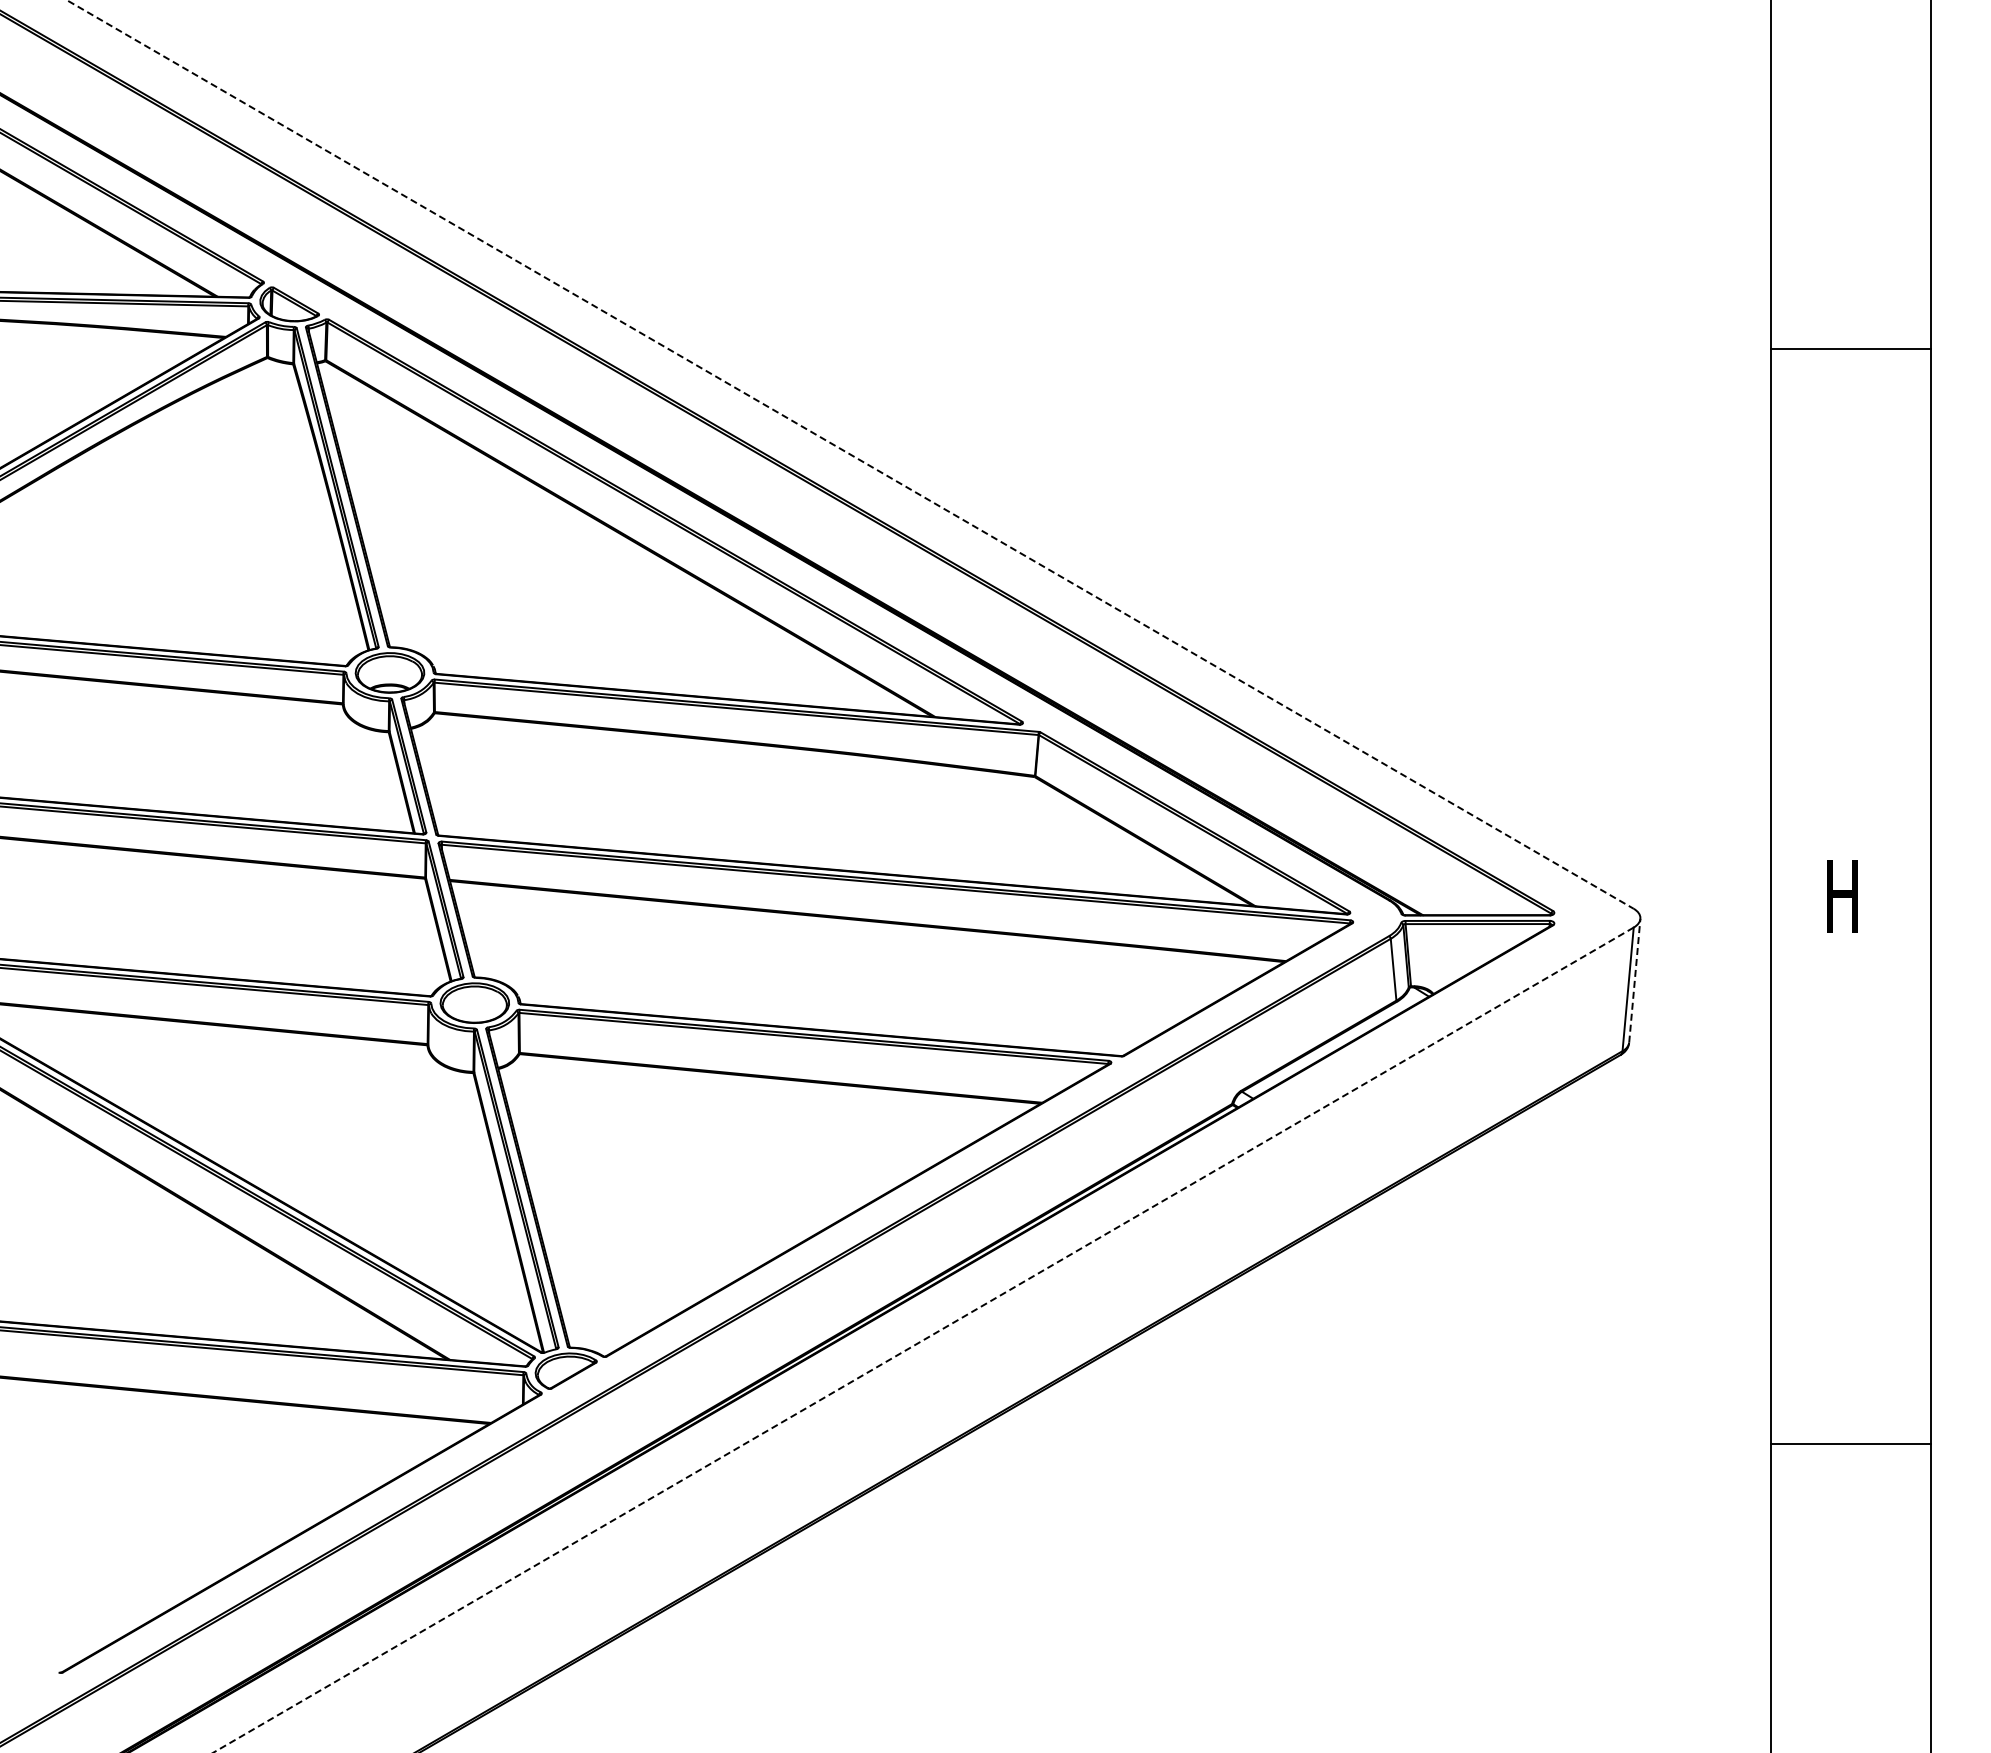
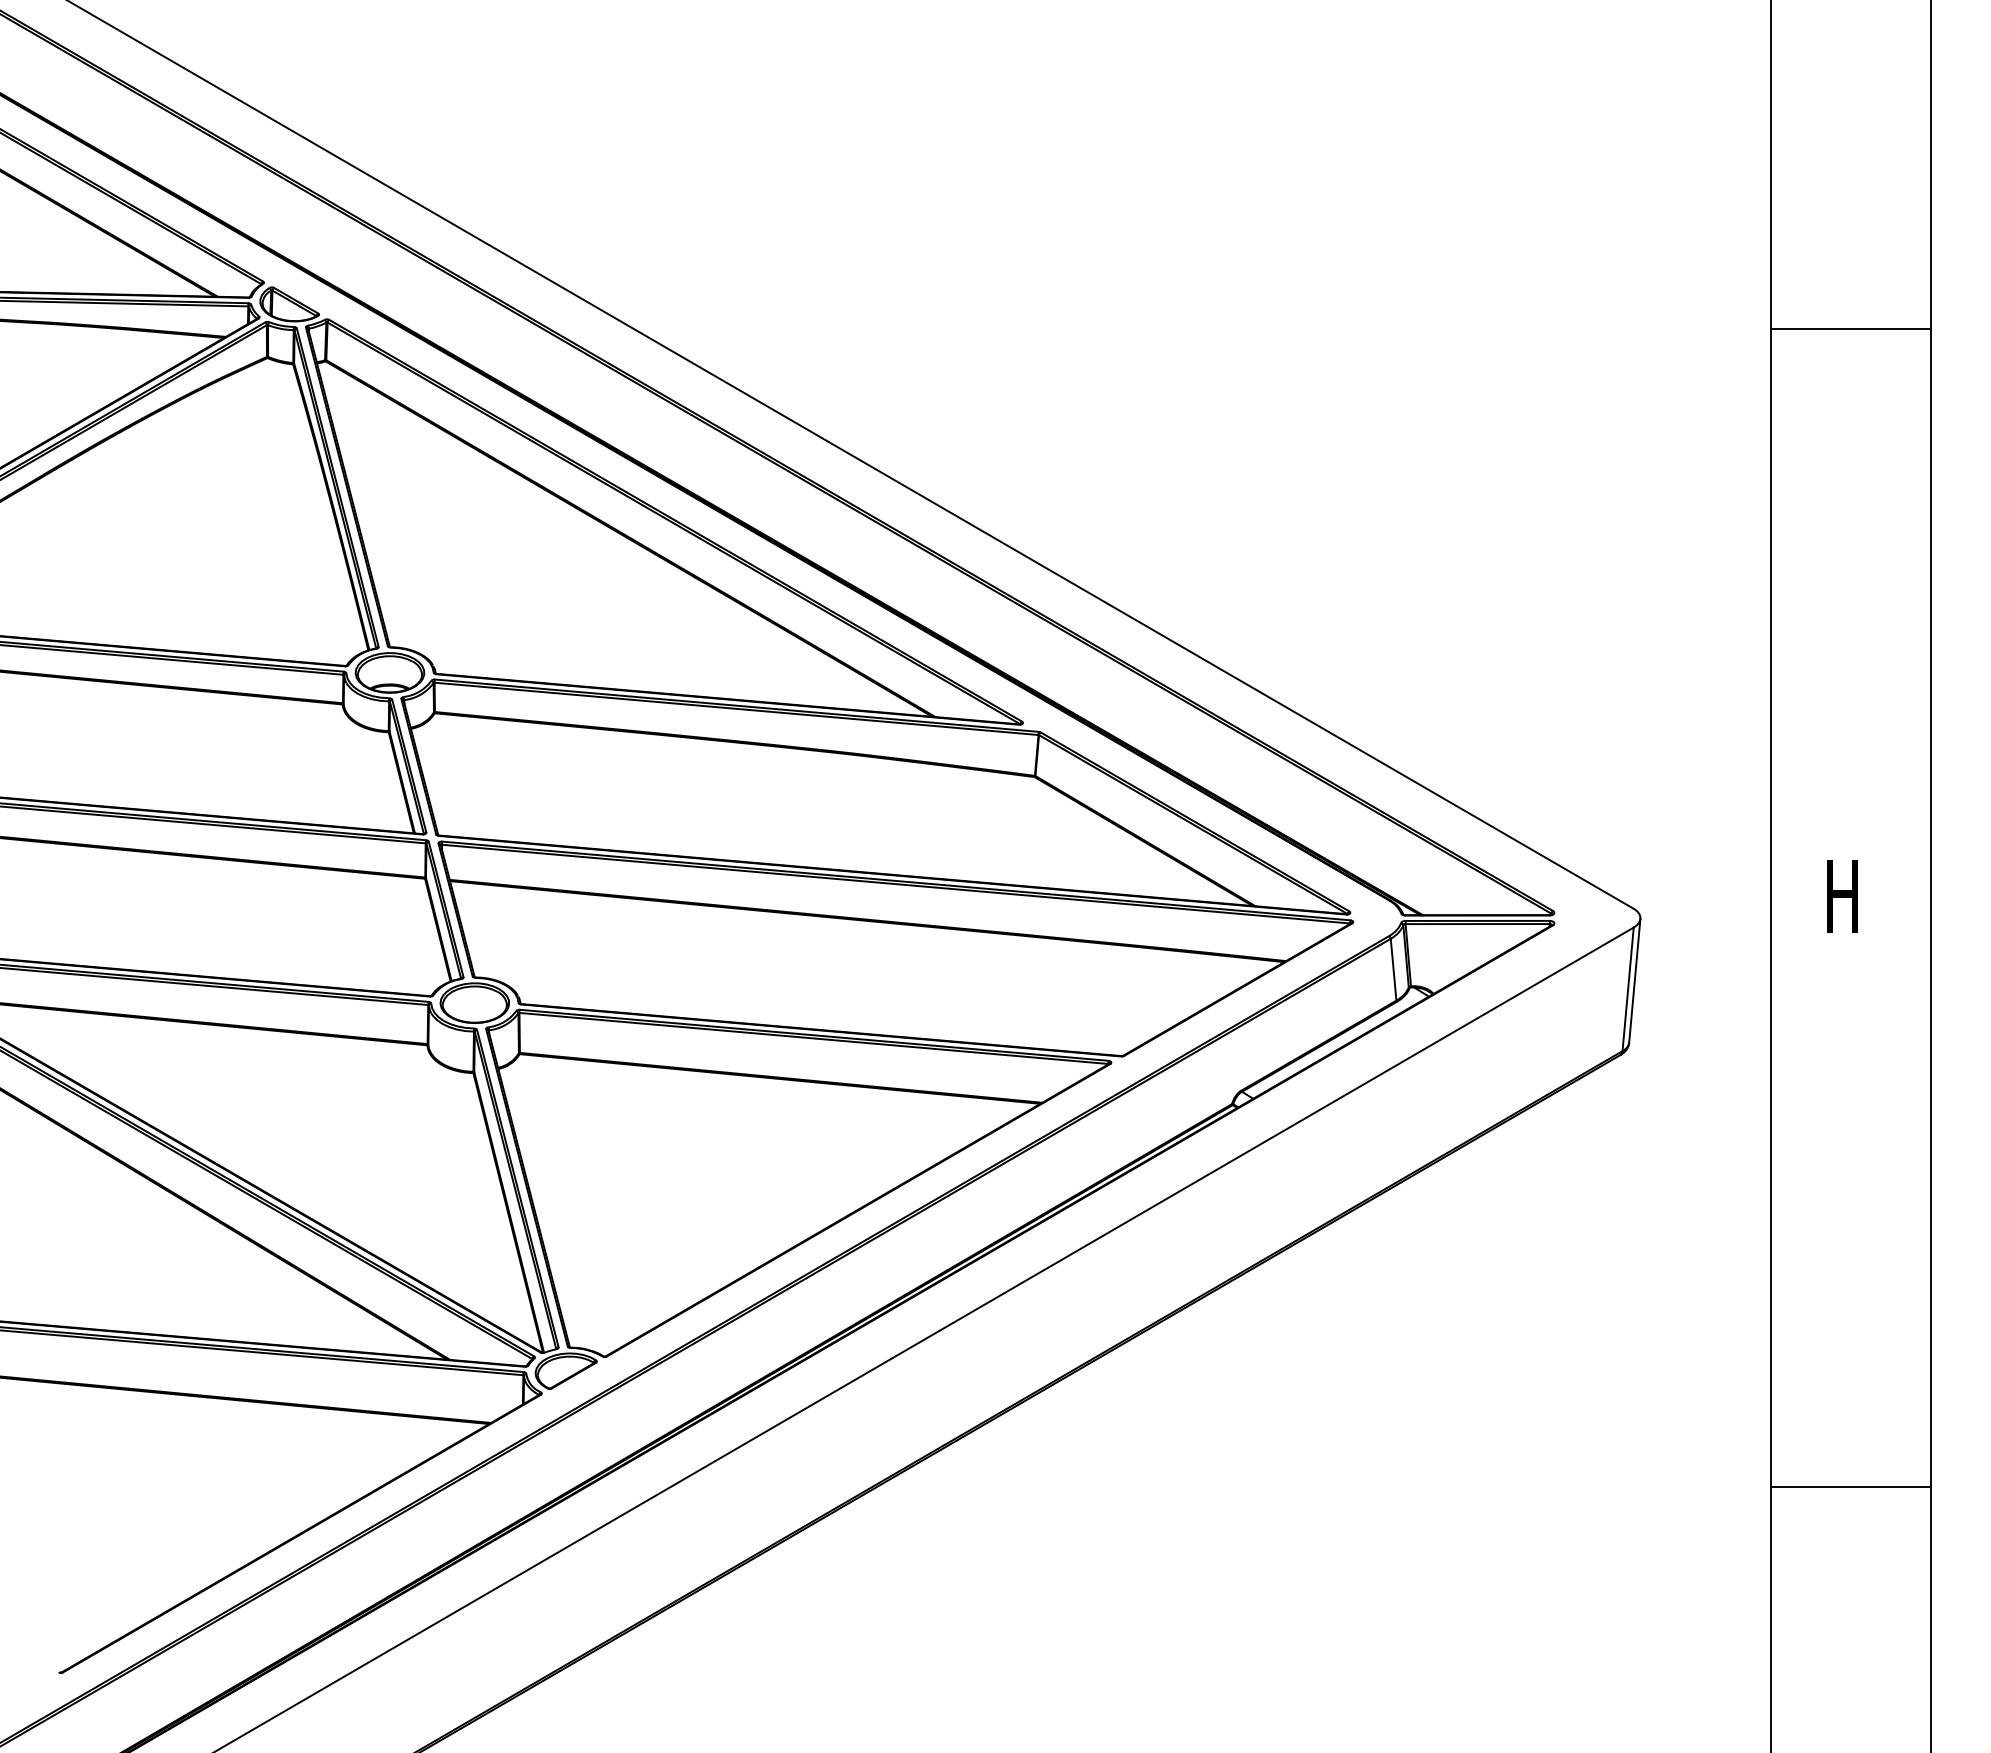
line at (1850, 348) position: (1850, 348) -> (1850, 328)
line at (850, 454): dashed -> solid
line at (1634, 980): dashed -> solid
line at (923, 1340): dashed -> solid
line at (1850, 1444) position: (1850, 1444) -> (1850, 1487)
